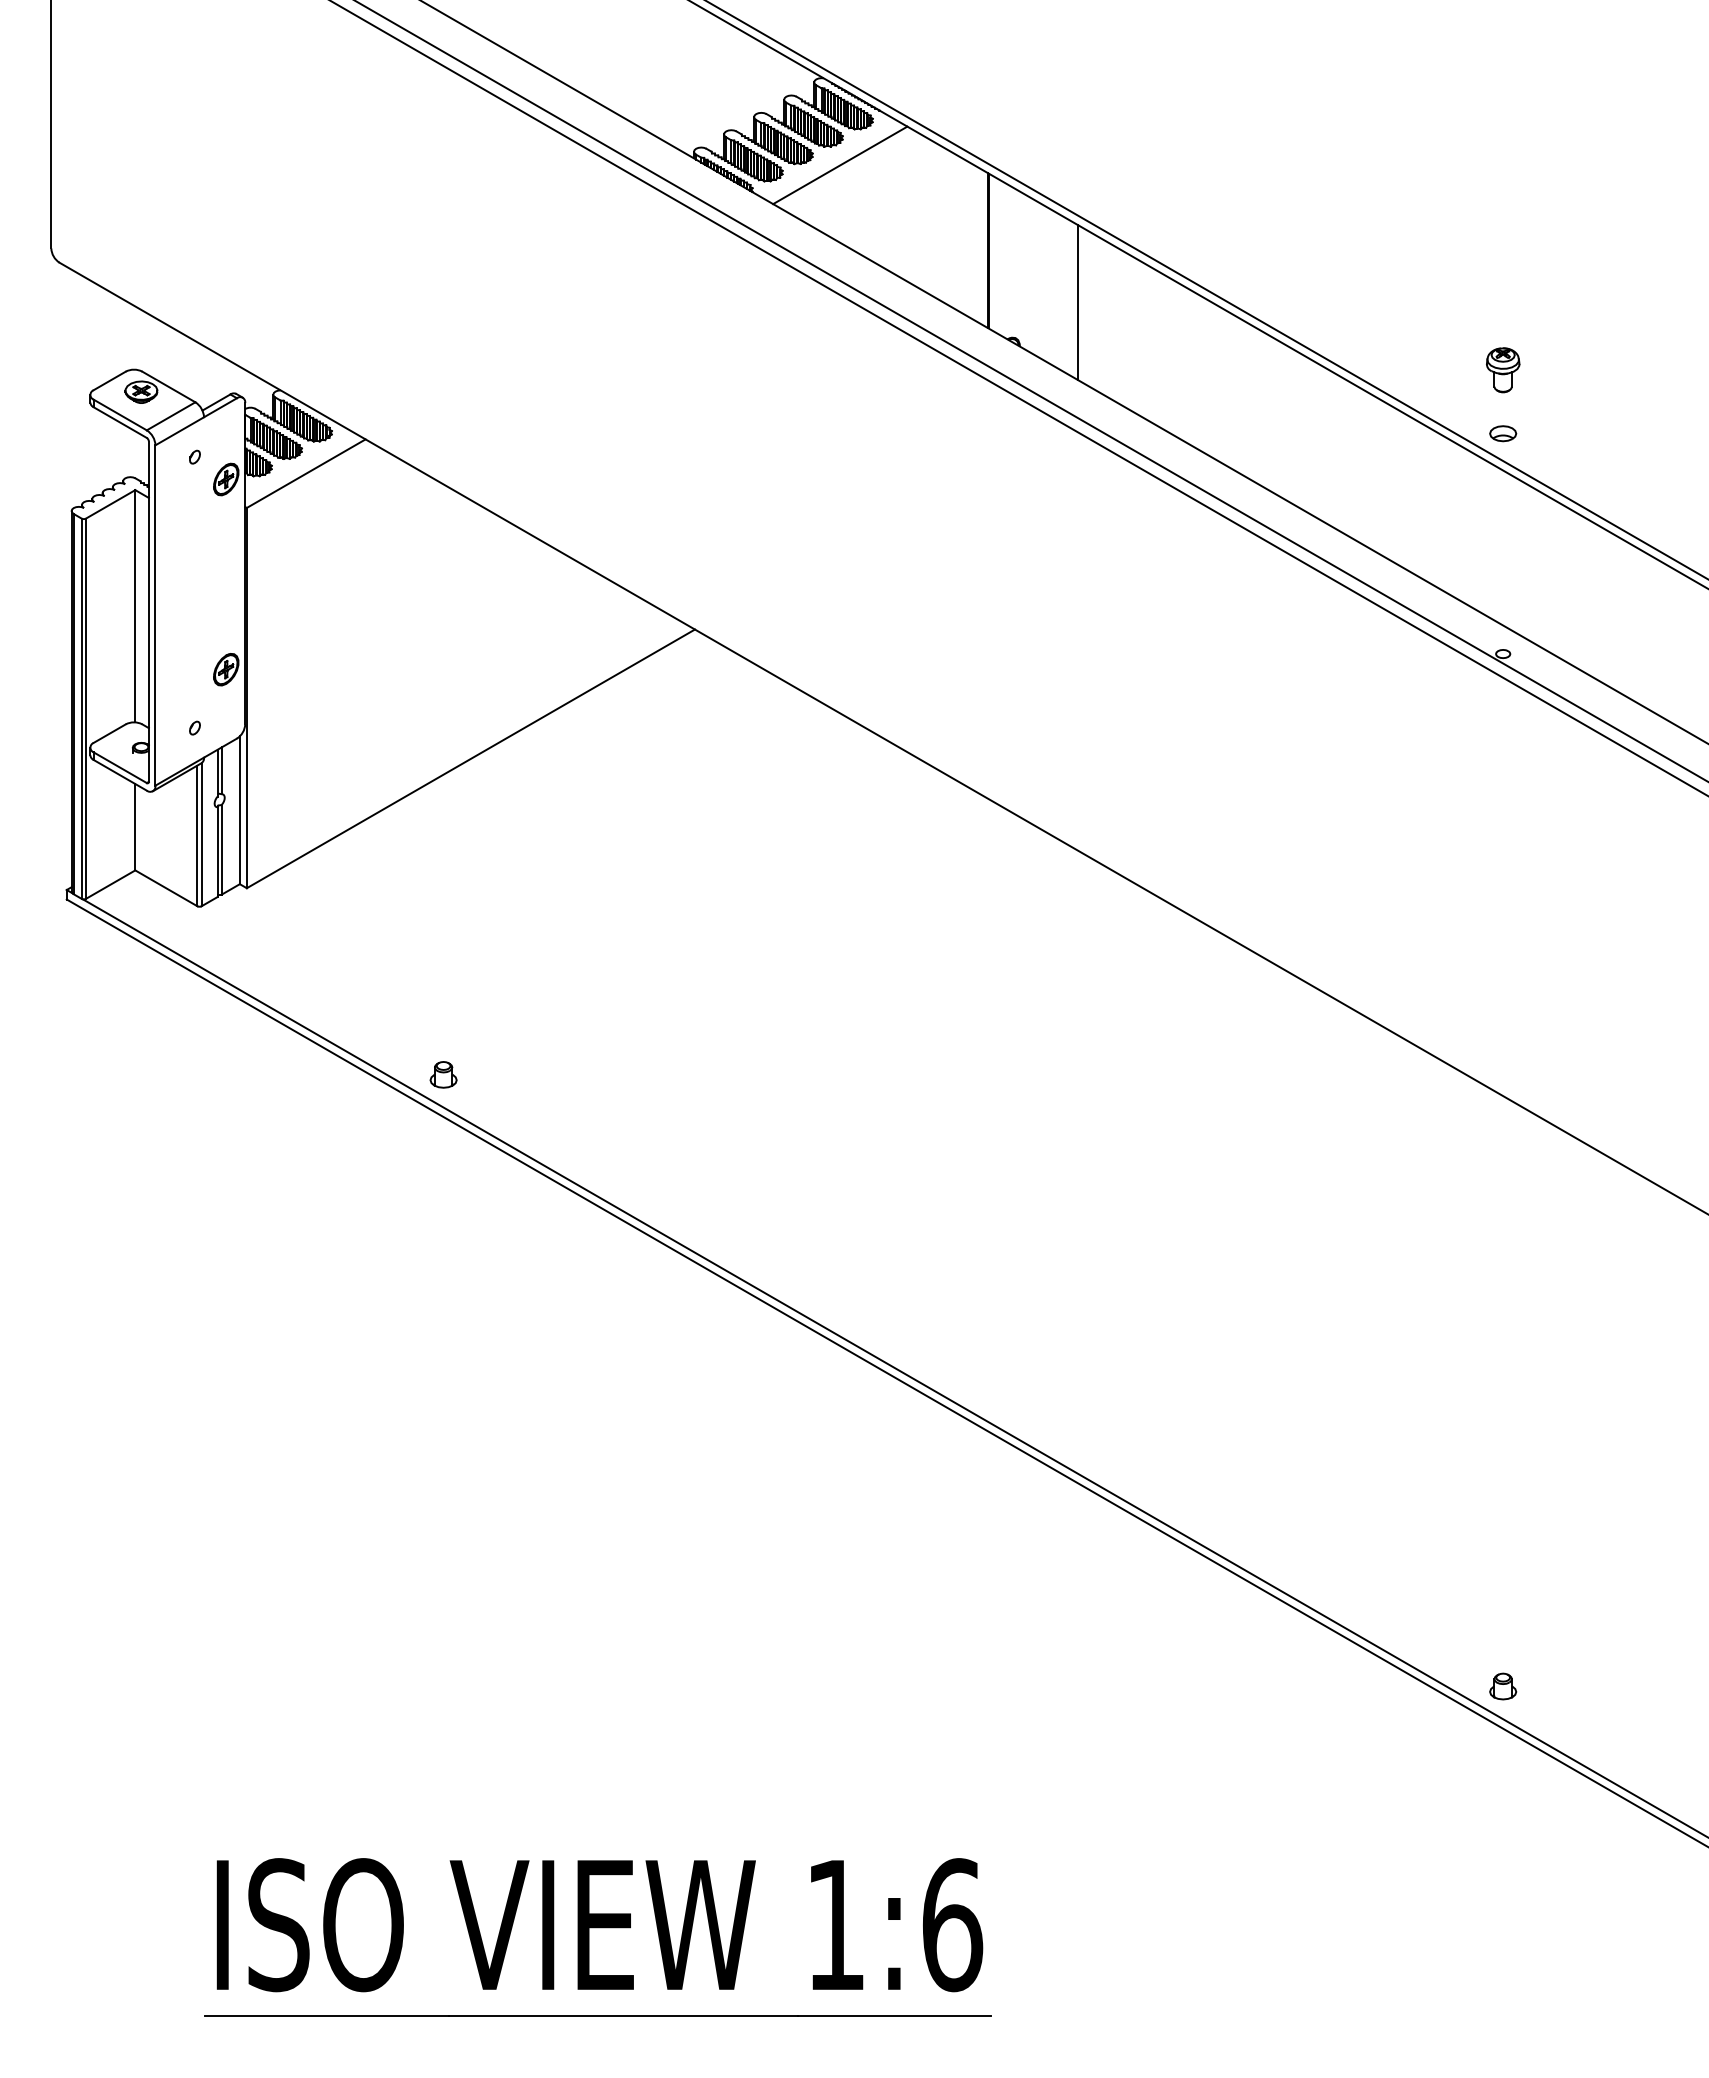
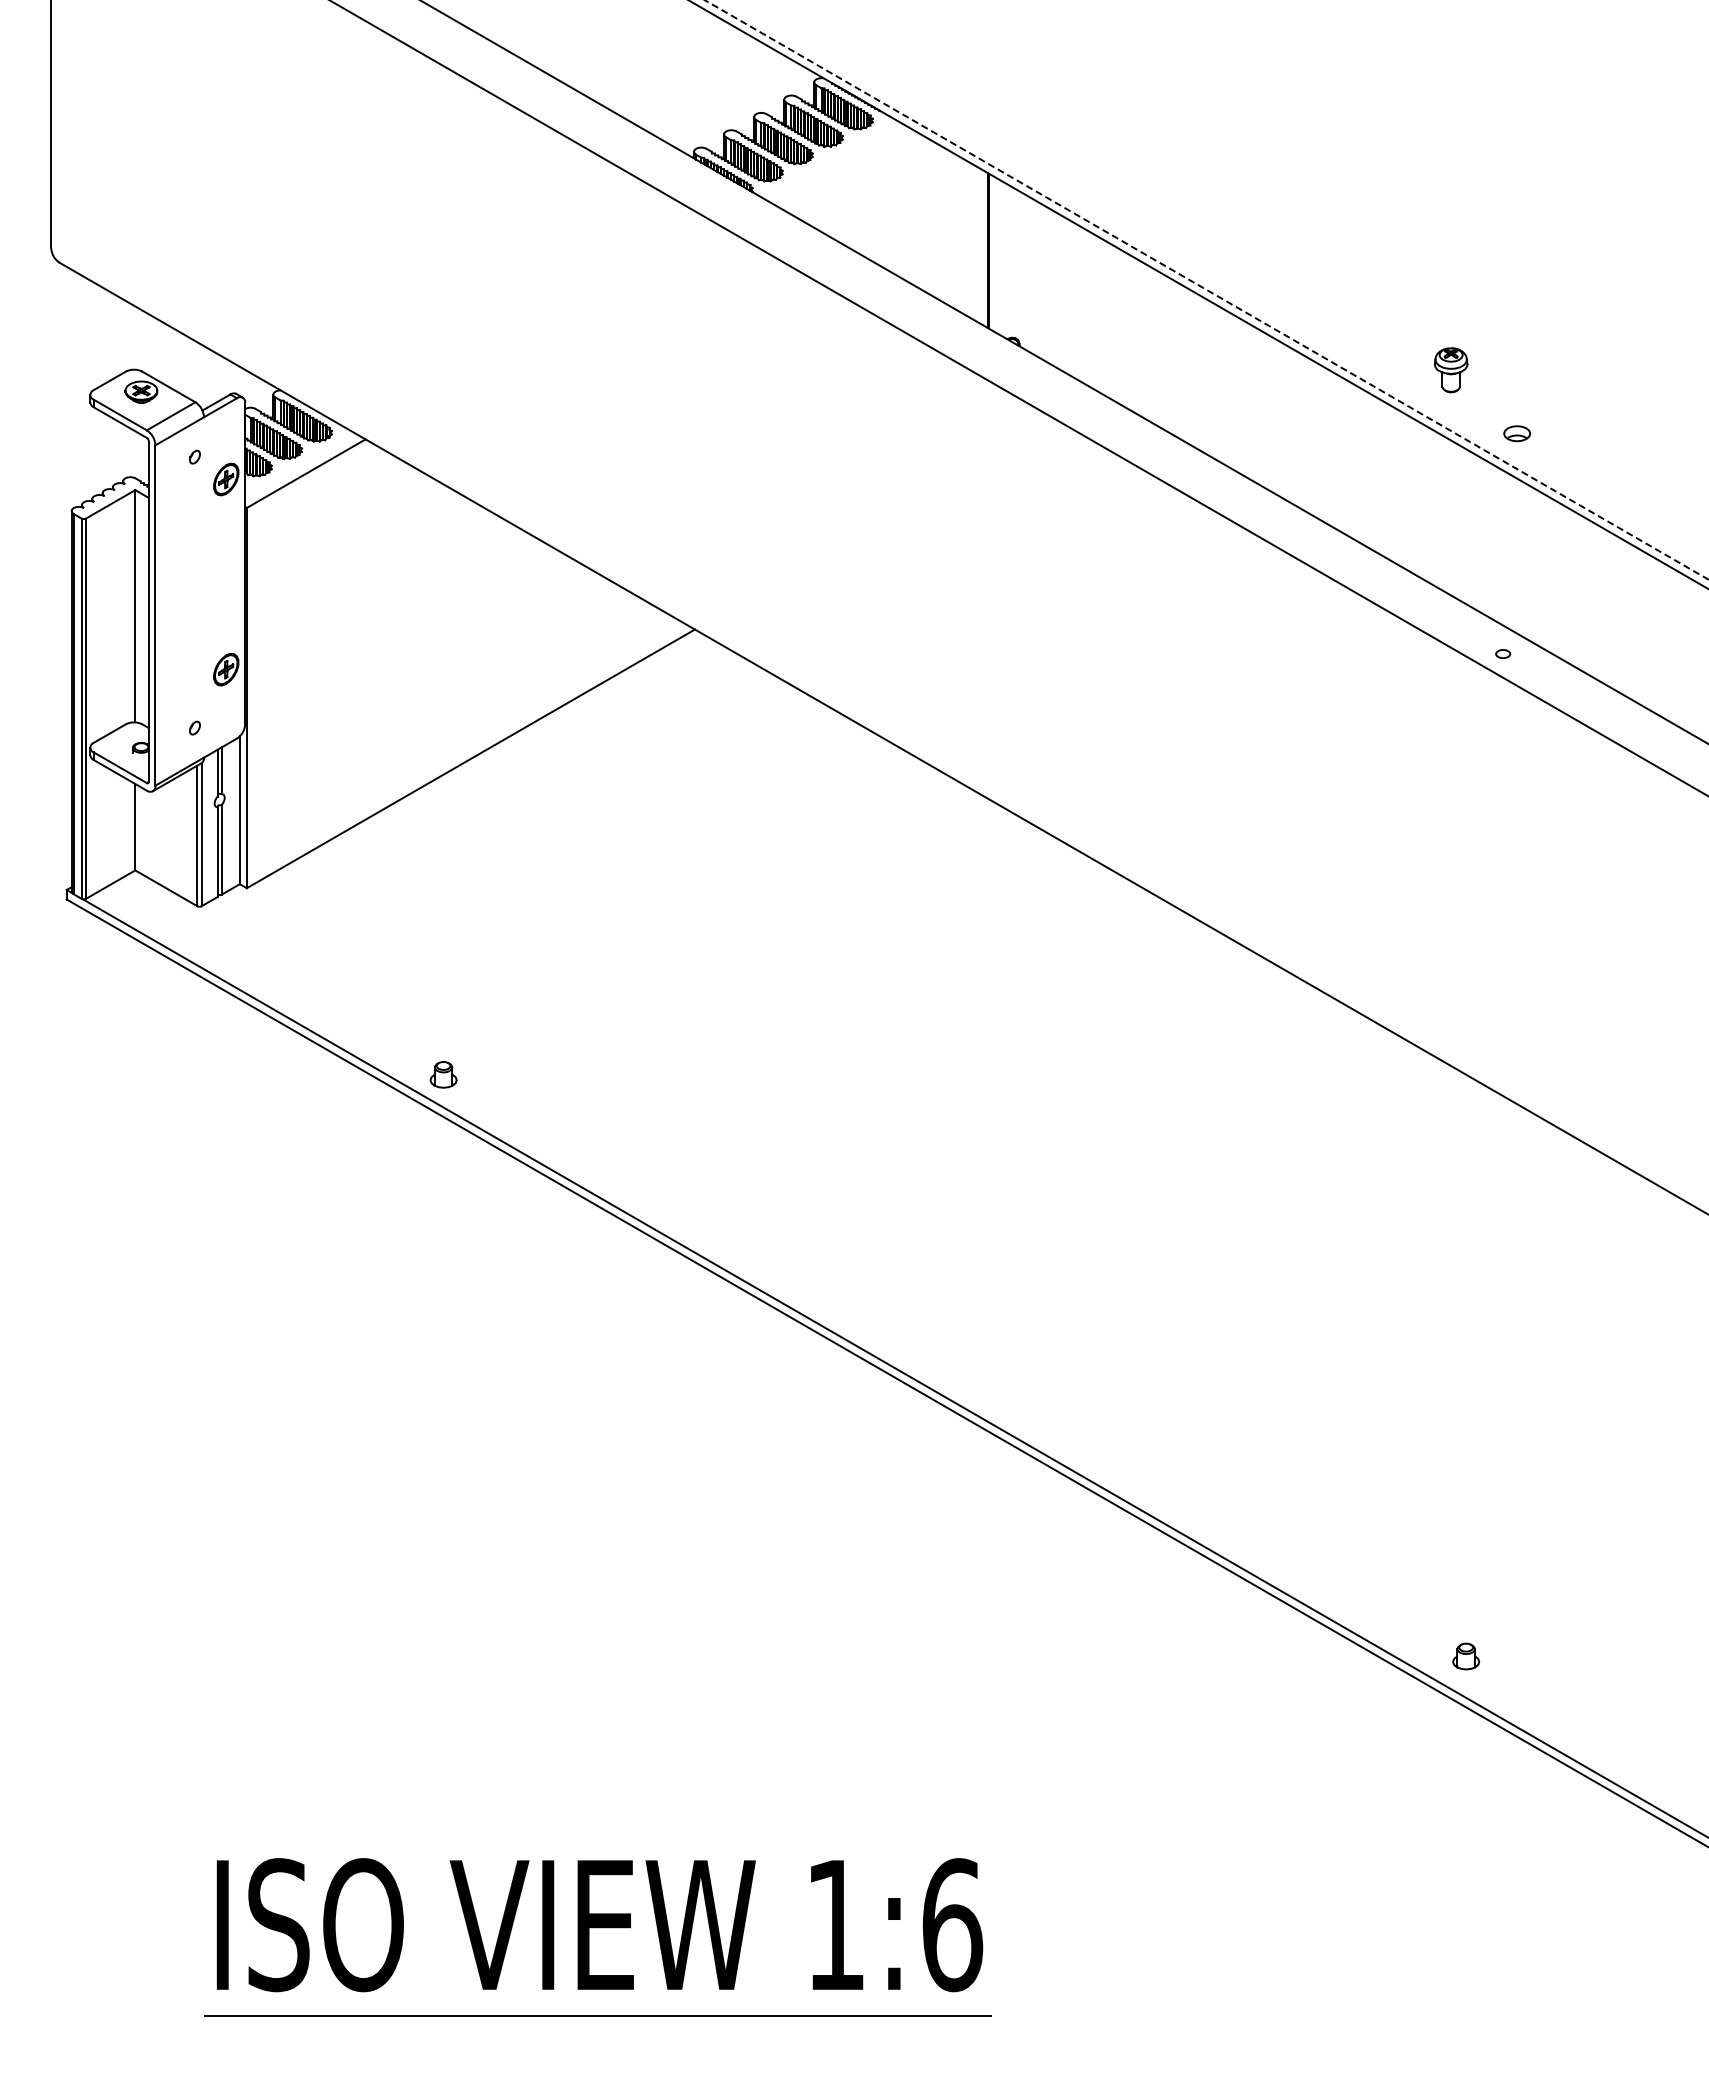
line at (840, 165): present -> none
line at (1206, 289): solid -> dashed
line at (1078, 302): present -> none
part at (1503, 370) position: (1503, 370) -> (1451, 370)
line at (1031, 391): present -> none
part at (1503, 433) position: (1503, 433) -> (1517, 433)
part at (1503, 1686) position: (1503, 1686) -> (1466, 1656)
